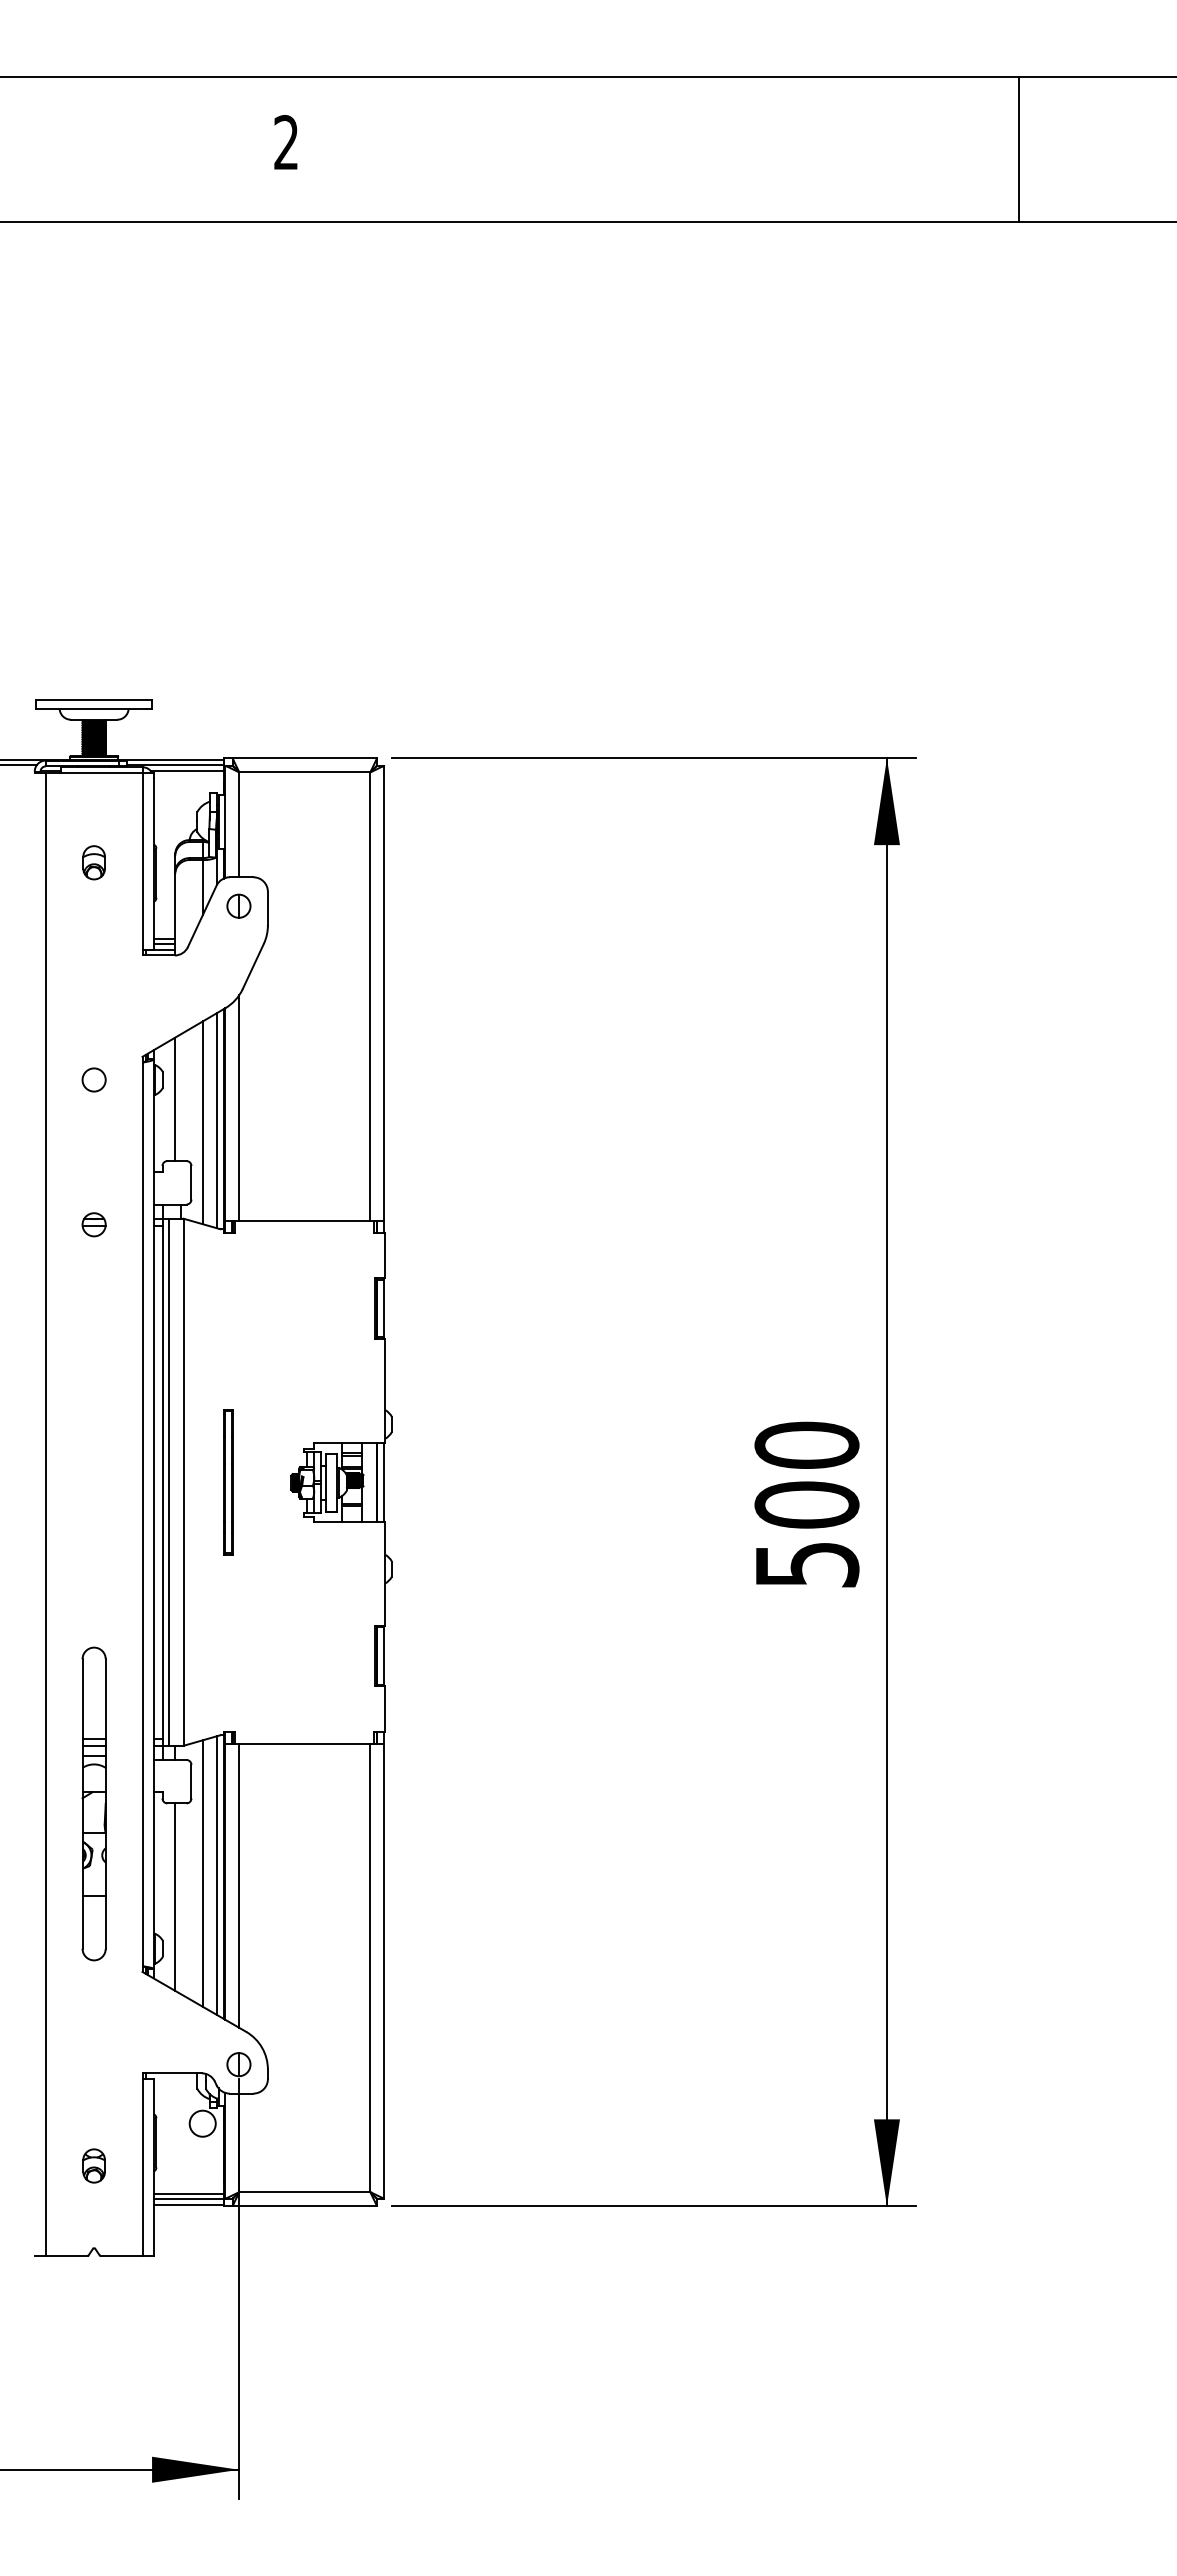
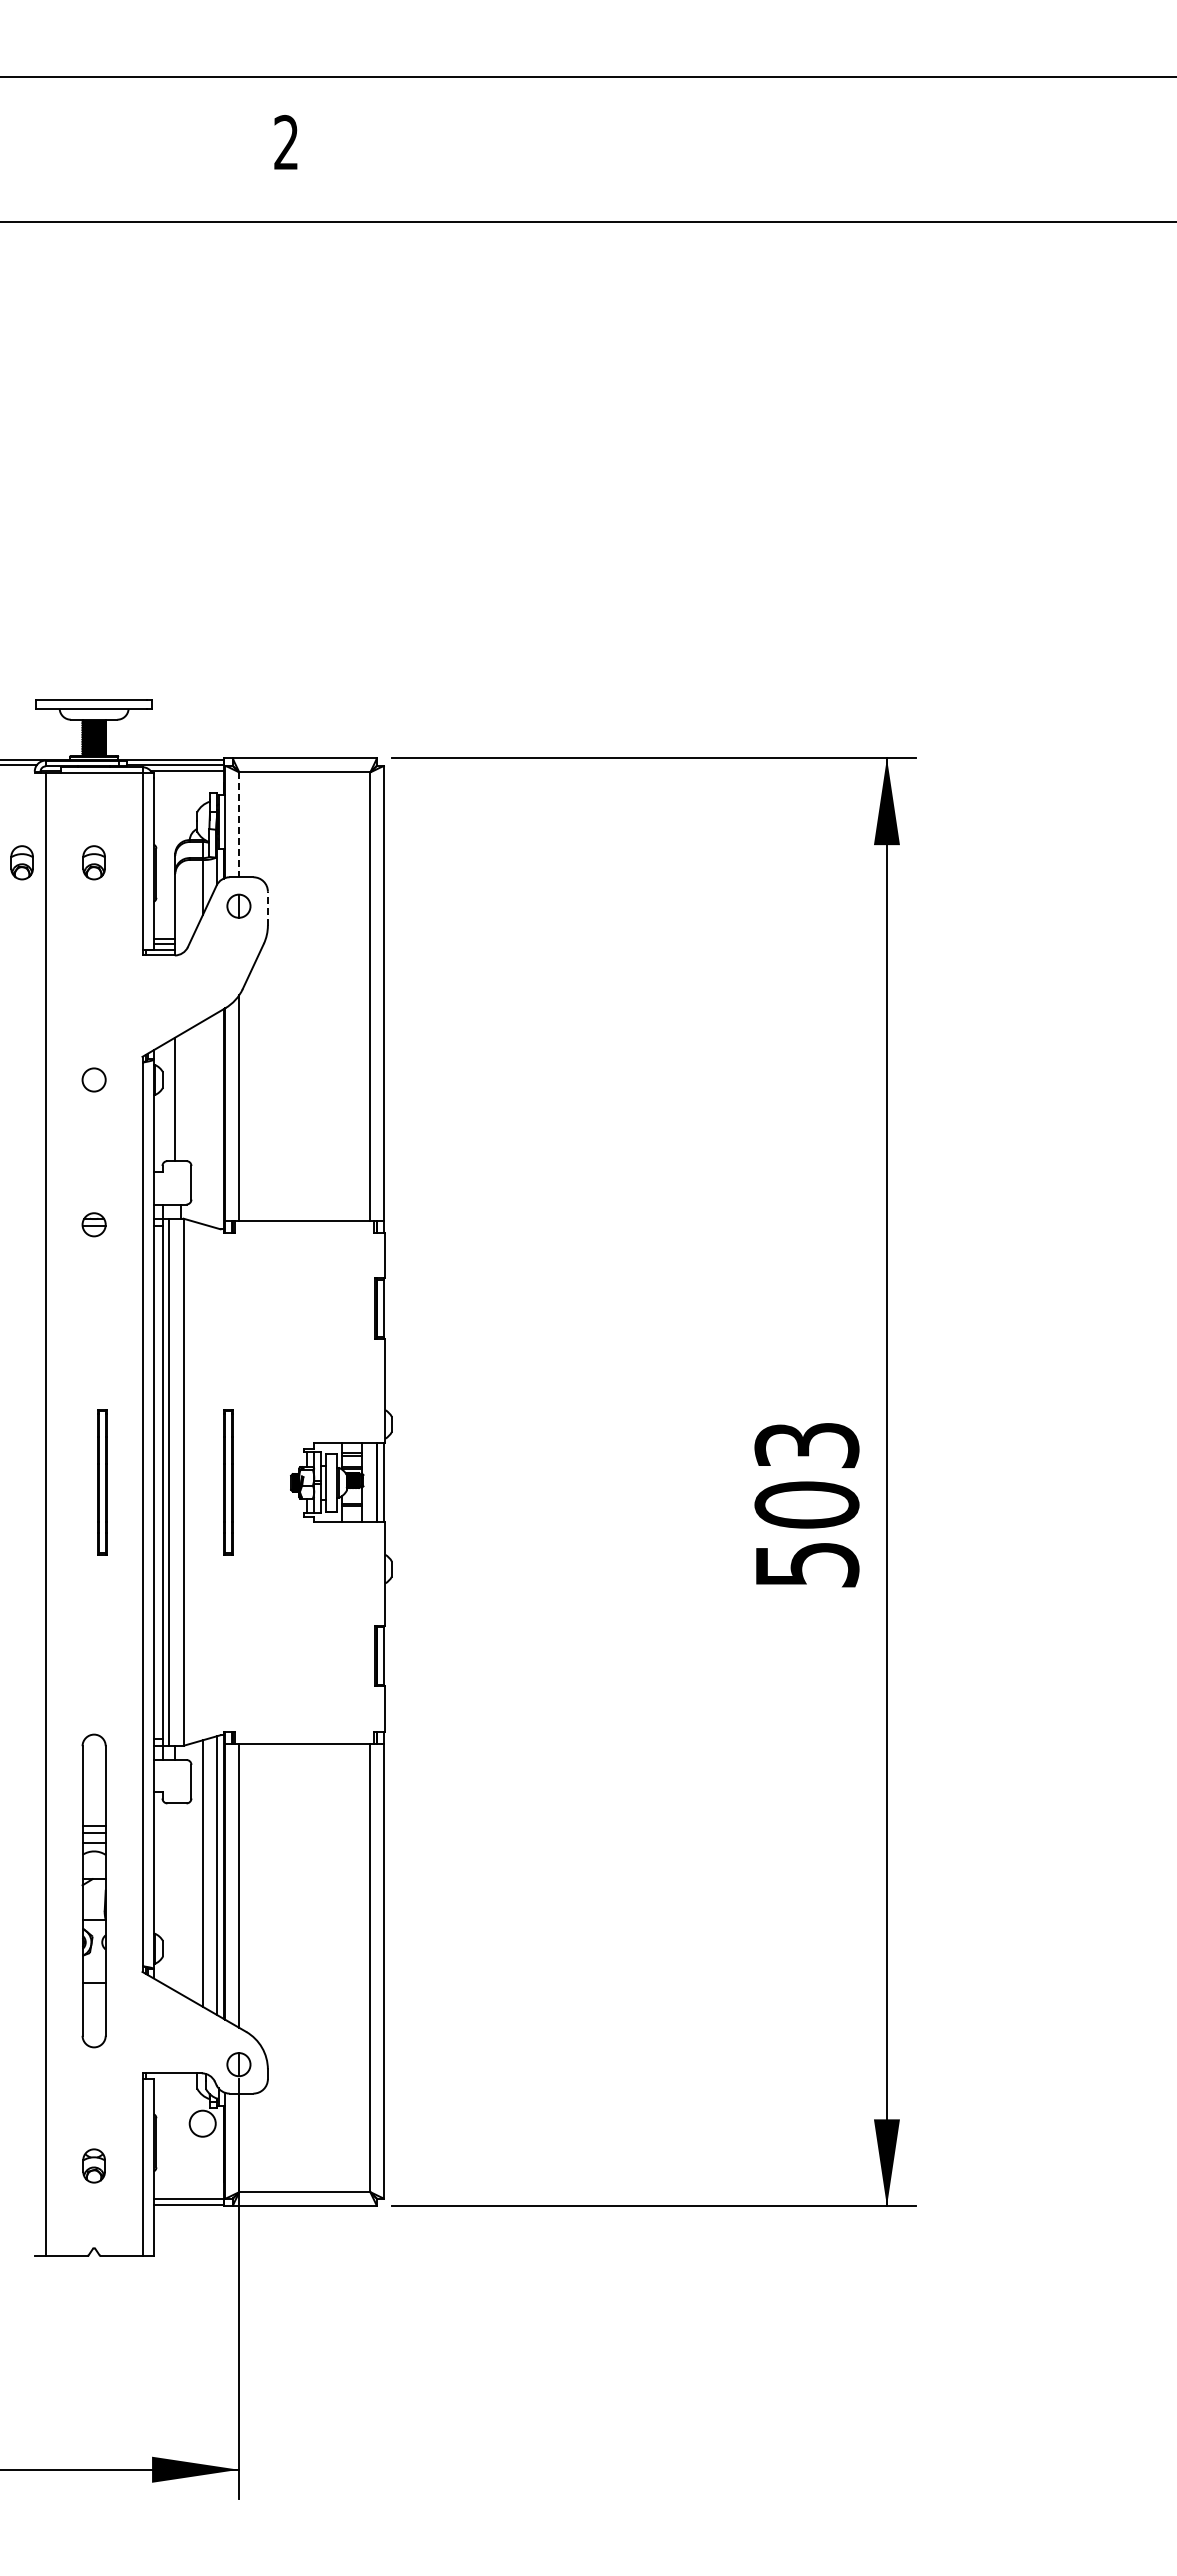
line at (1018, 149): present -> none
line at (239, 825): solid -> dashed
part at (21, 862): none -> present
line at (267, 908): solid -> dashed
line at (217, 1120): present -> none
line at (203, 1122): present -> none
text at (806, 1444): 500 -> 503
part at (102, 1482): none -> present
part at (93, 1803) position: (93, 1803) -> (93, 1890)
line at (175, 1896): present -> none
line at (188, 2193): present -> none
